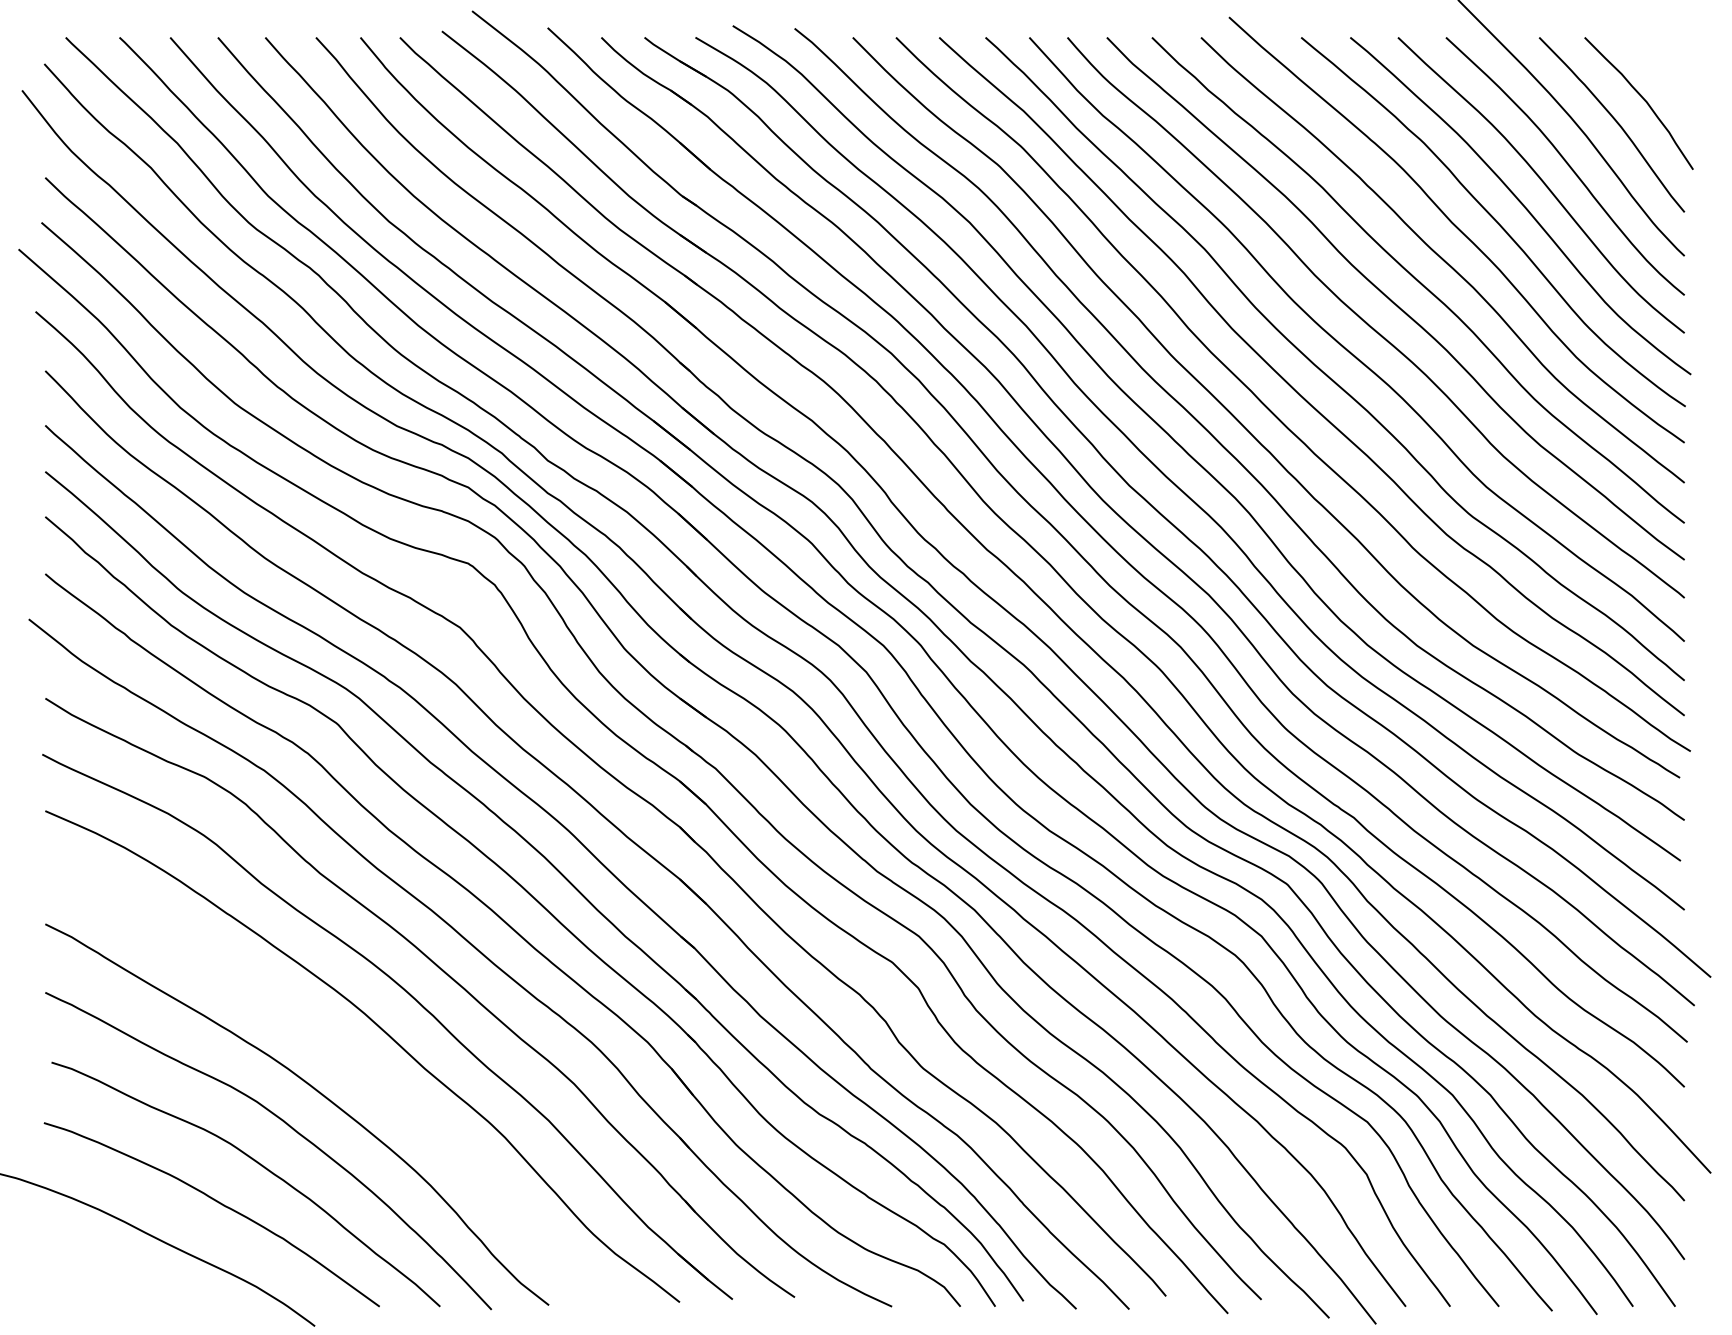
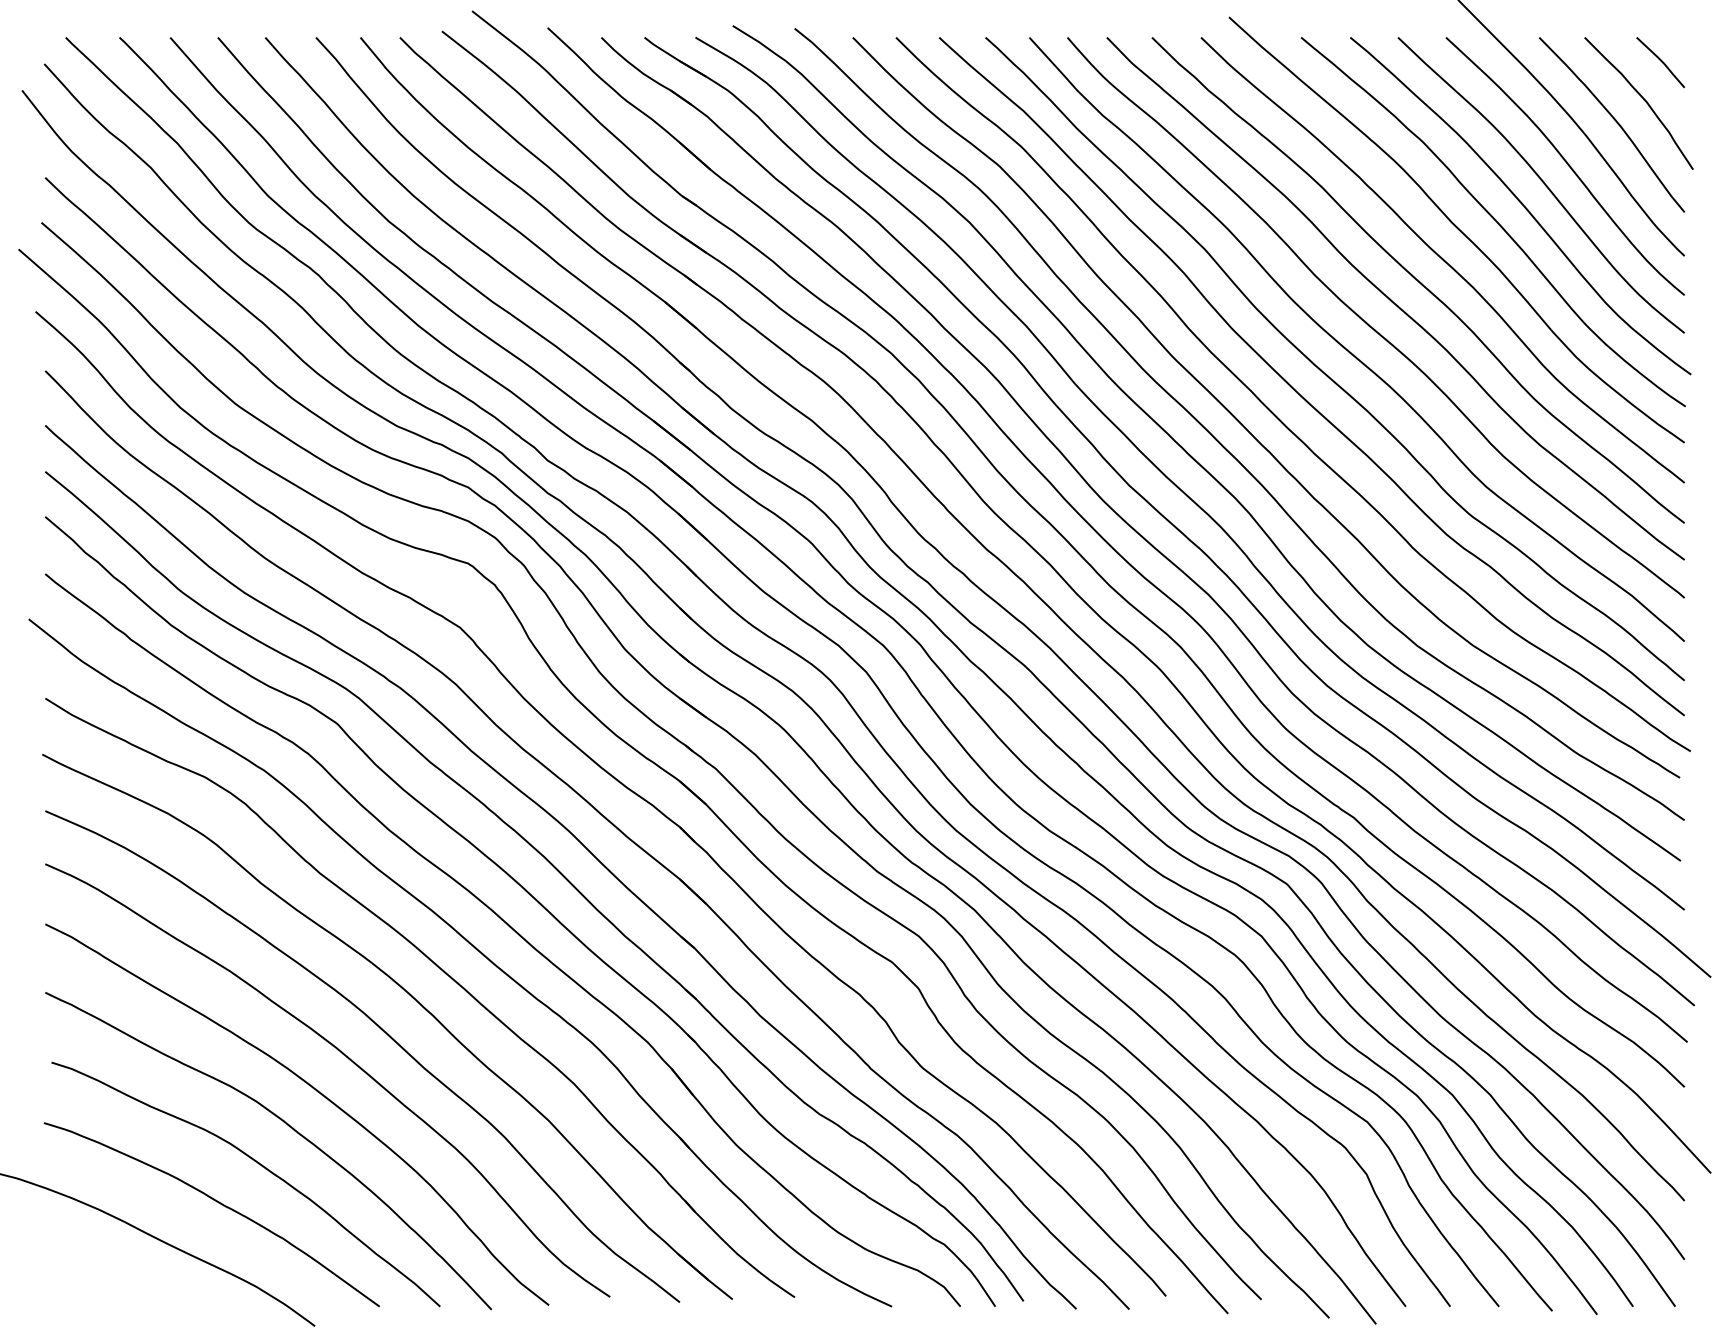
line at (1660, 61): none -> present
curve at (343, 1055): none -> present
